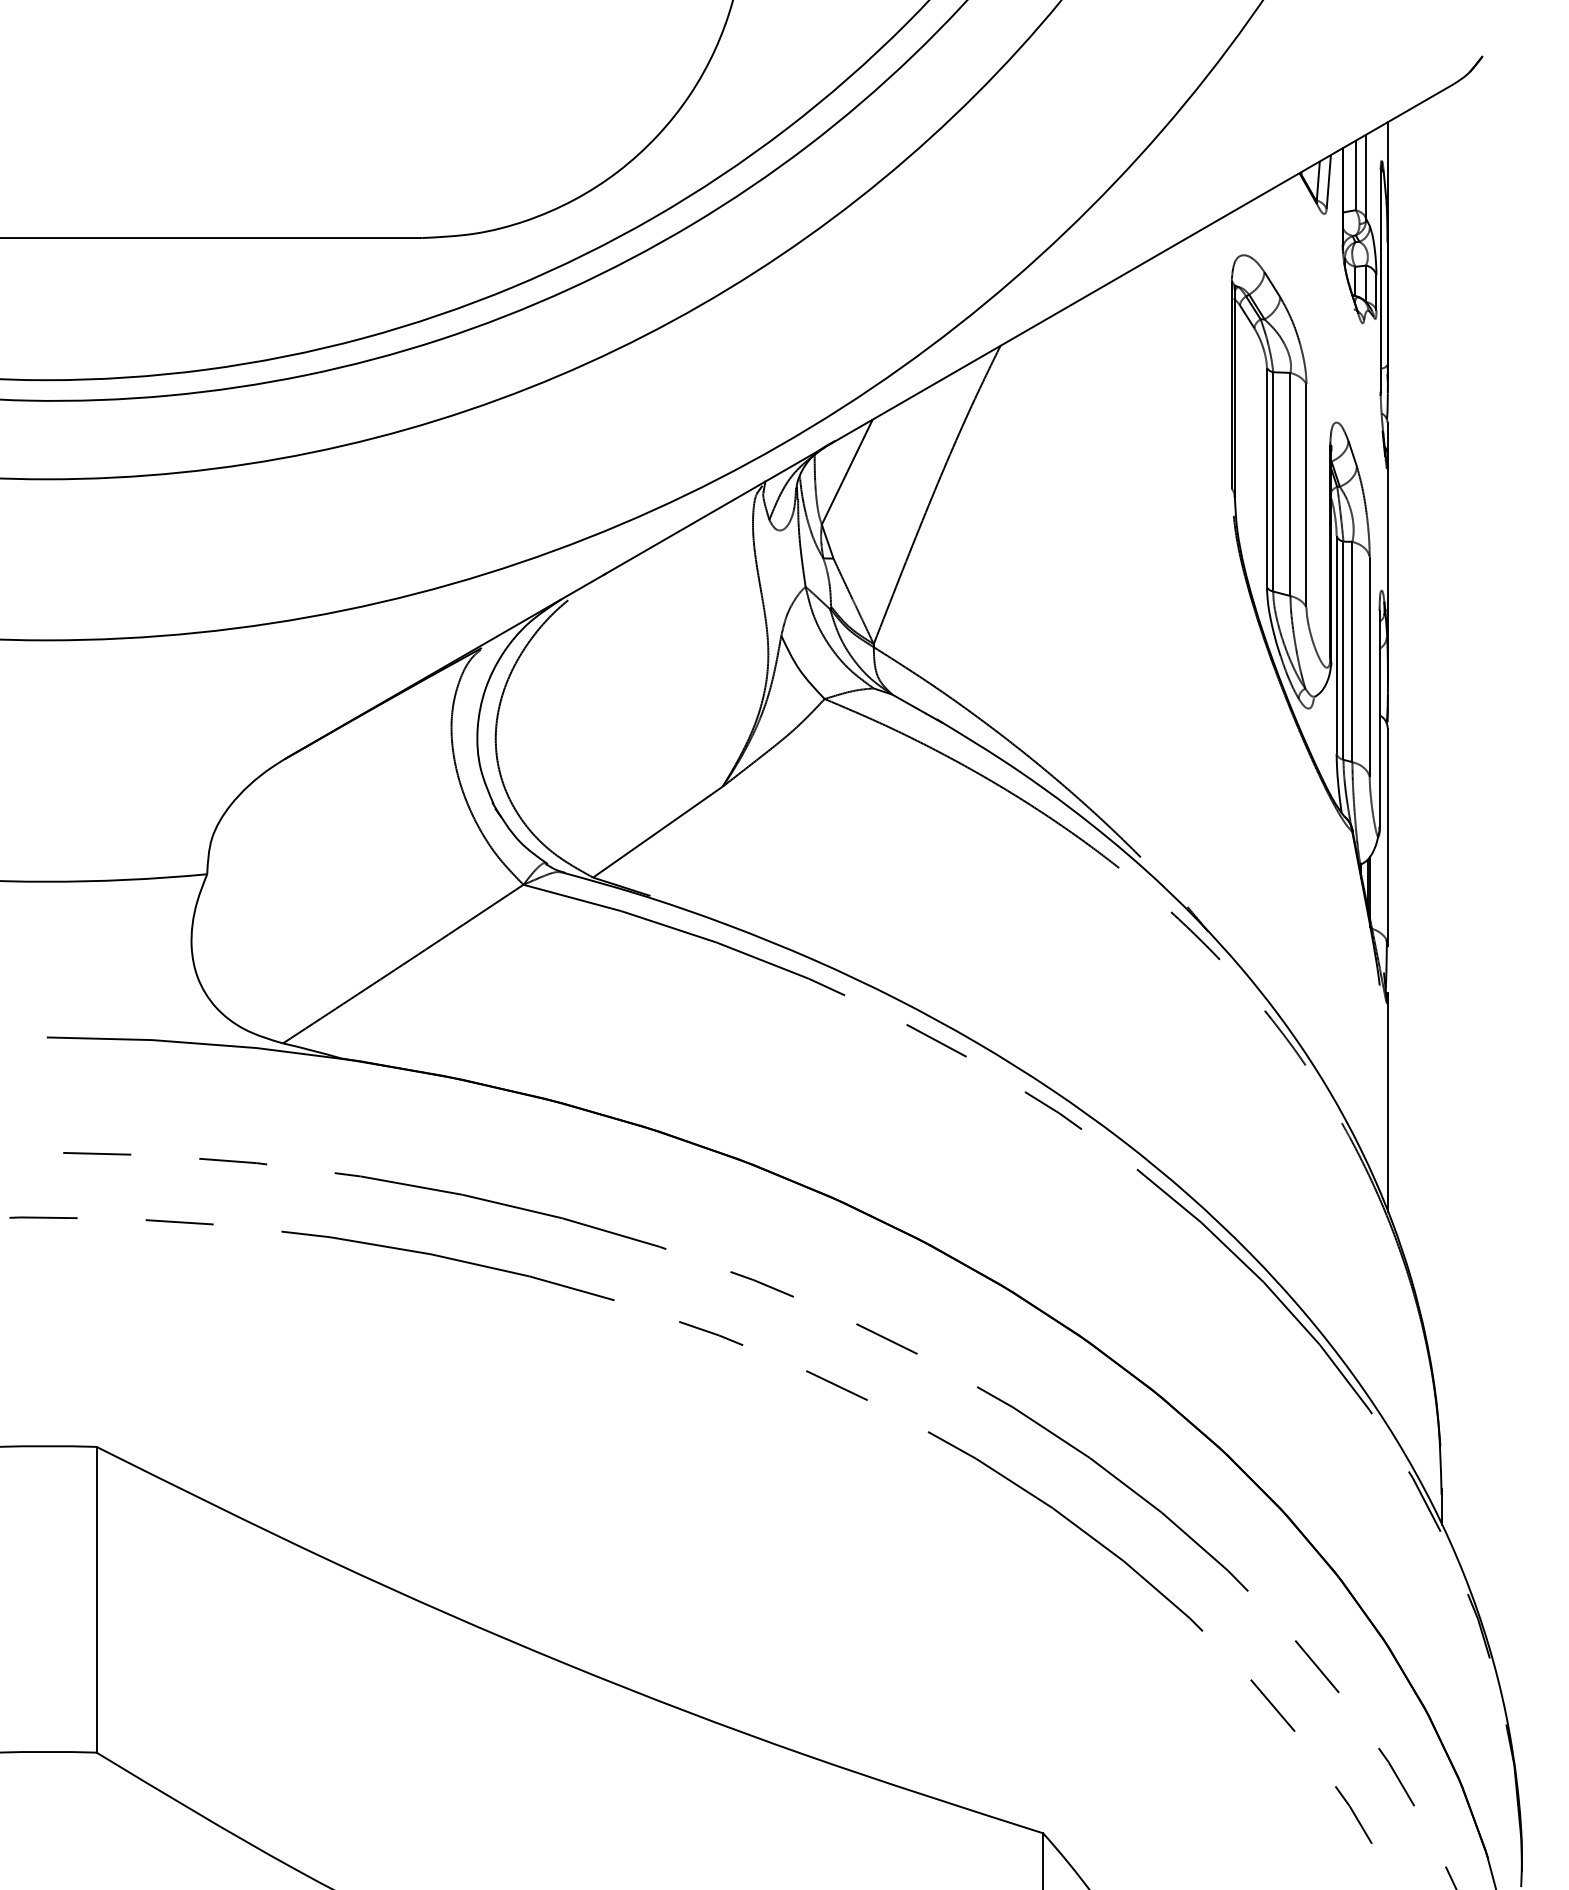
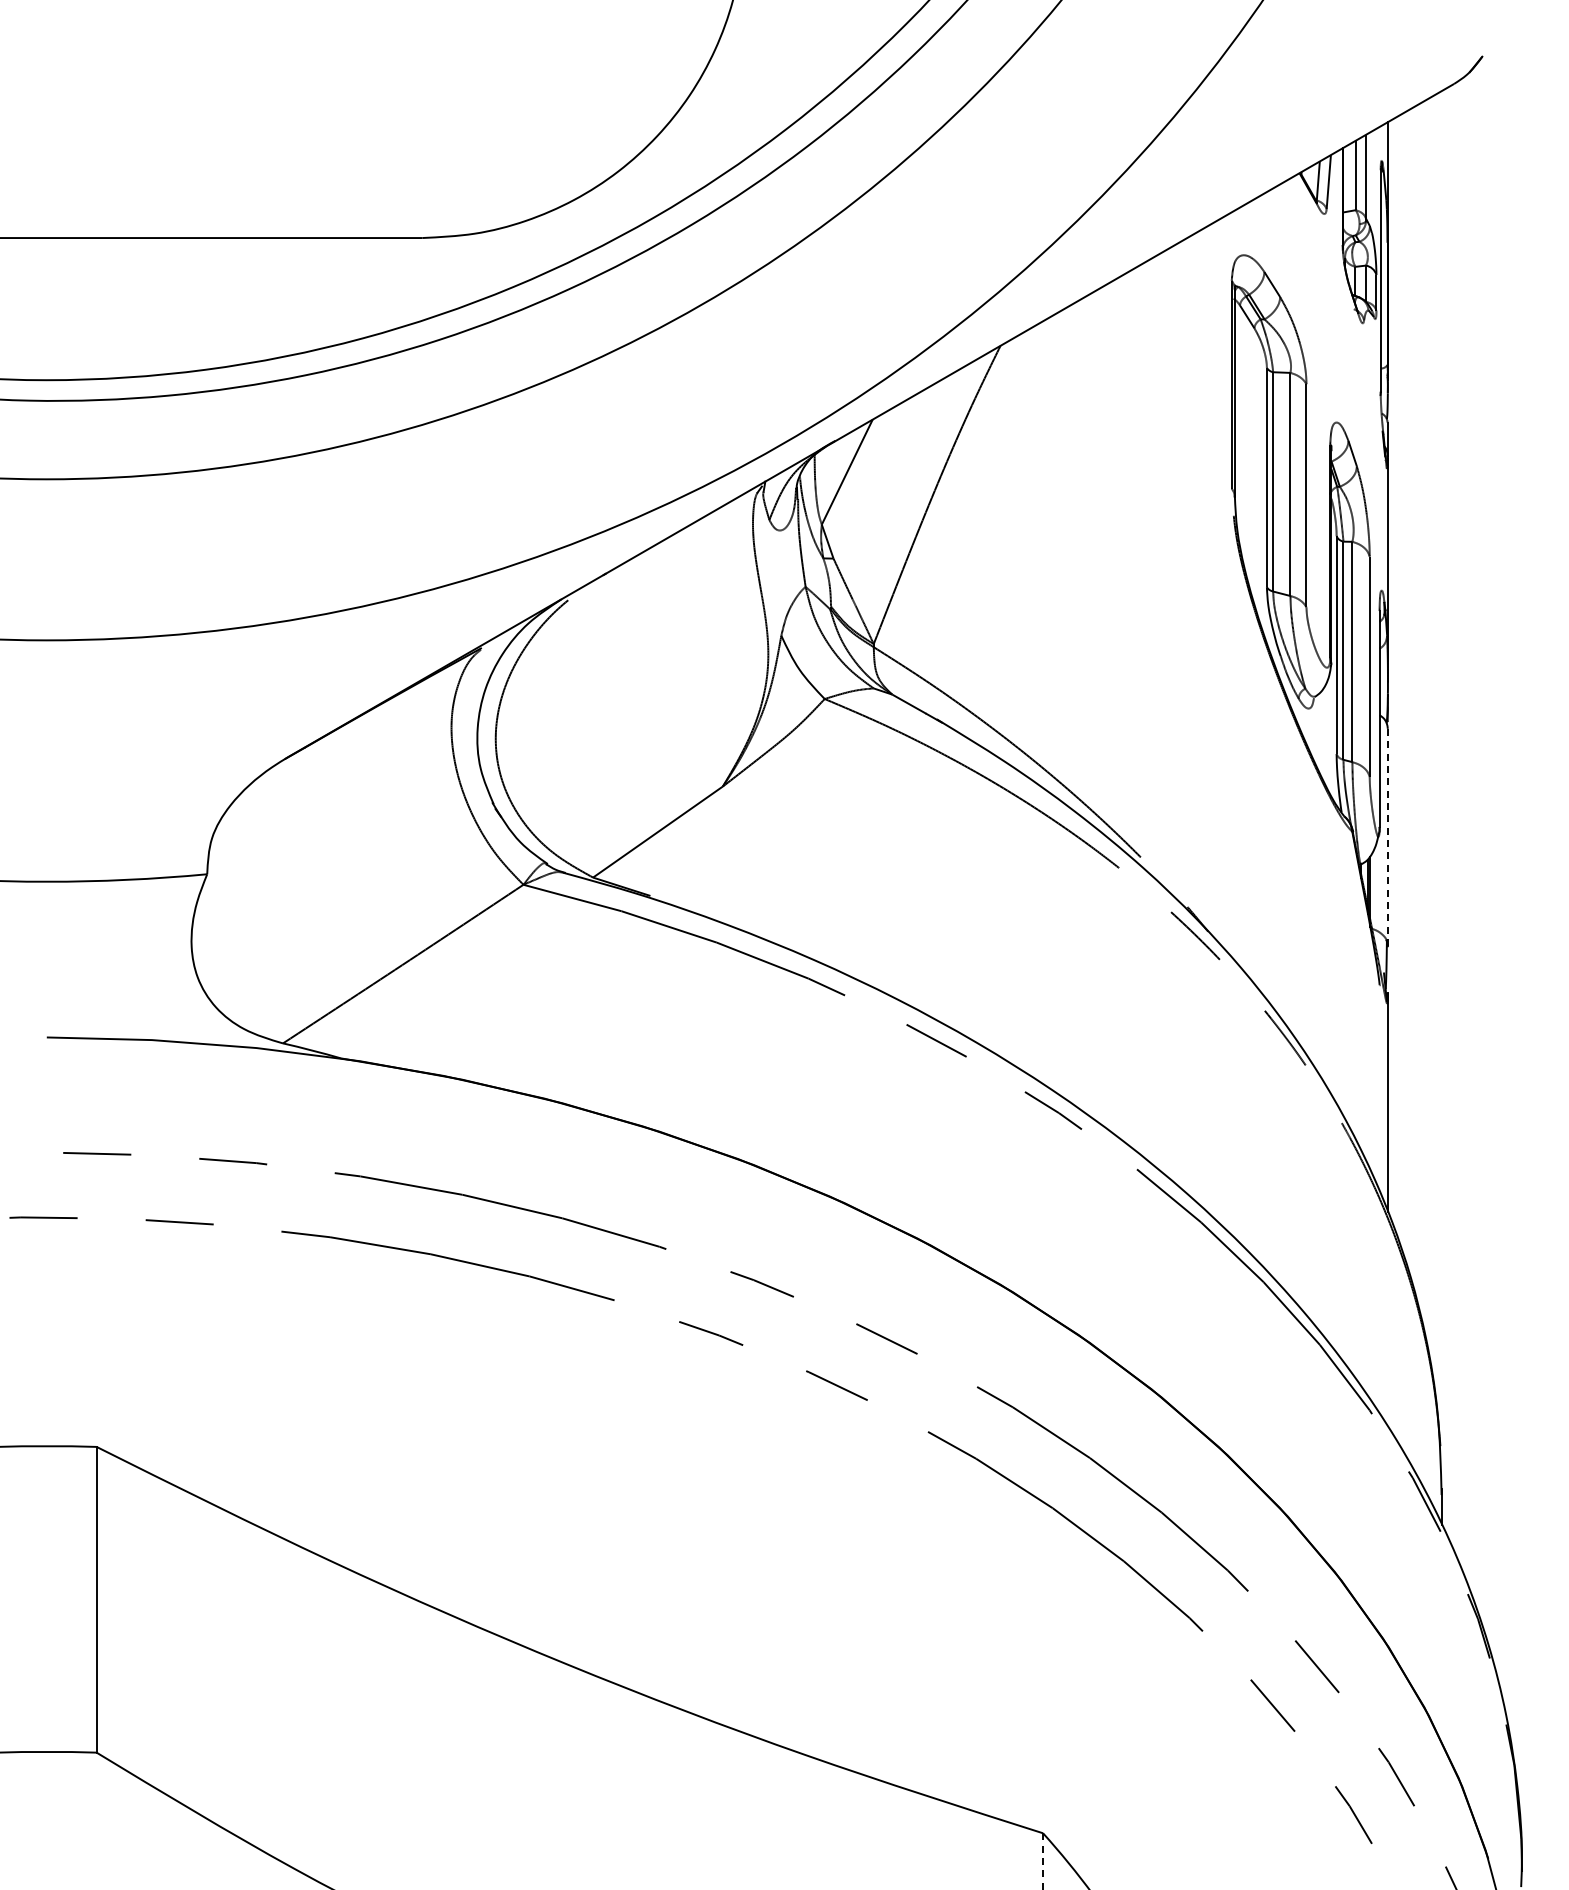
line at (1387, 837): solid -> dashed
line at (1043, 1861): solid -> dashed
